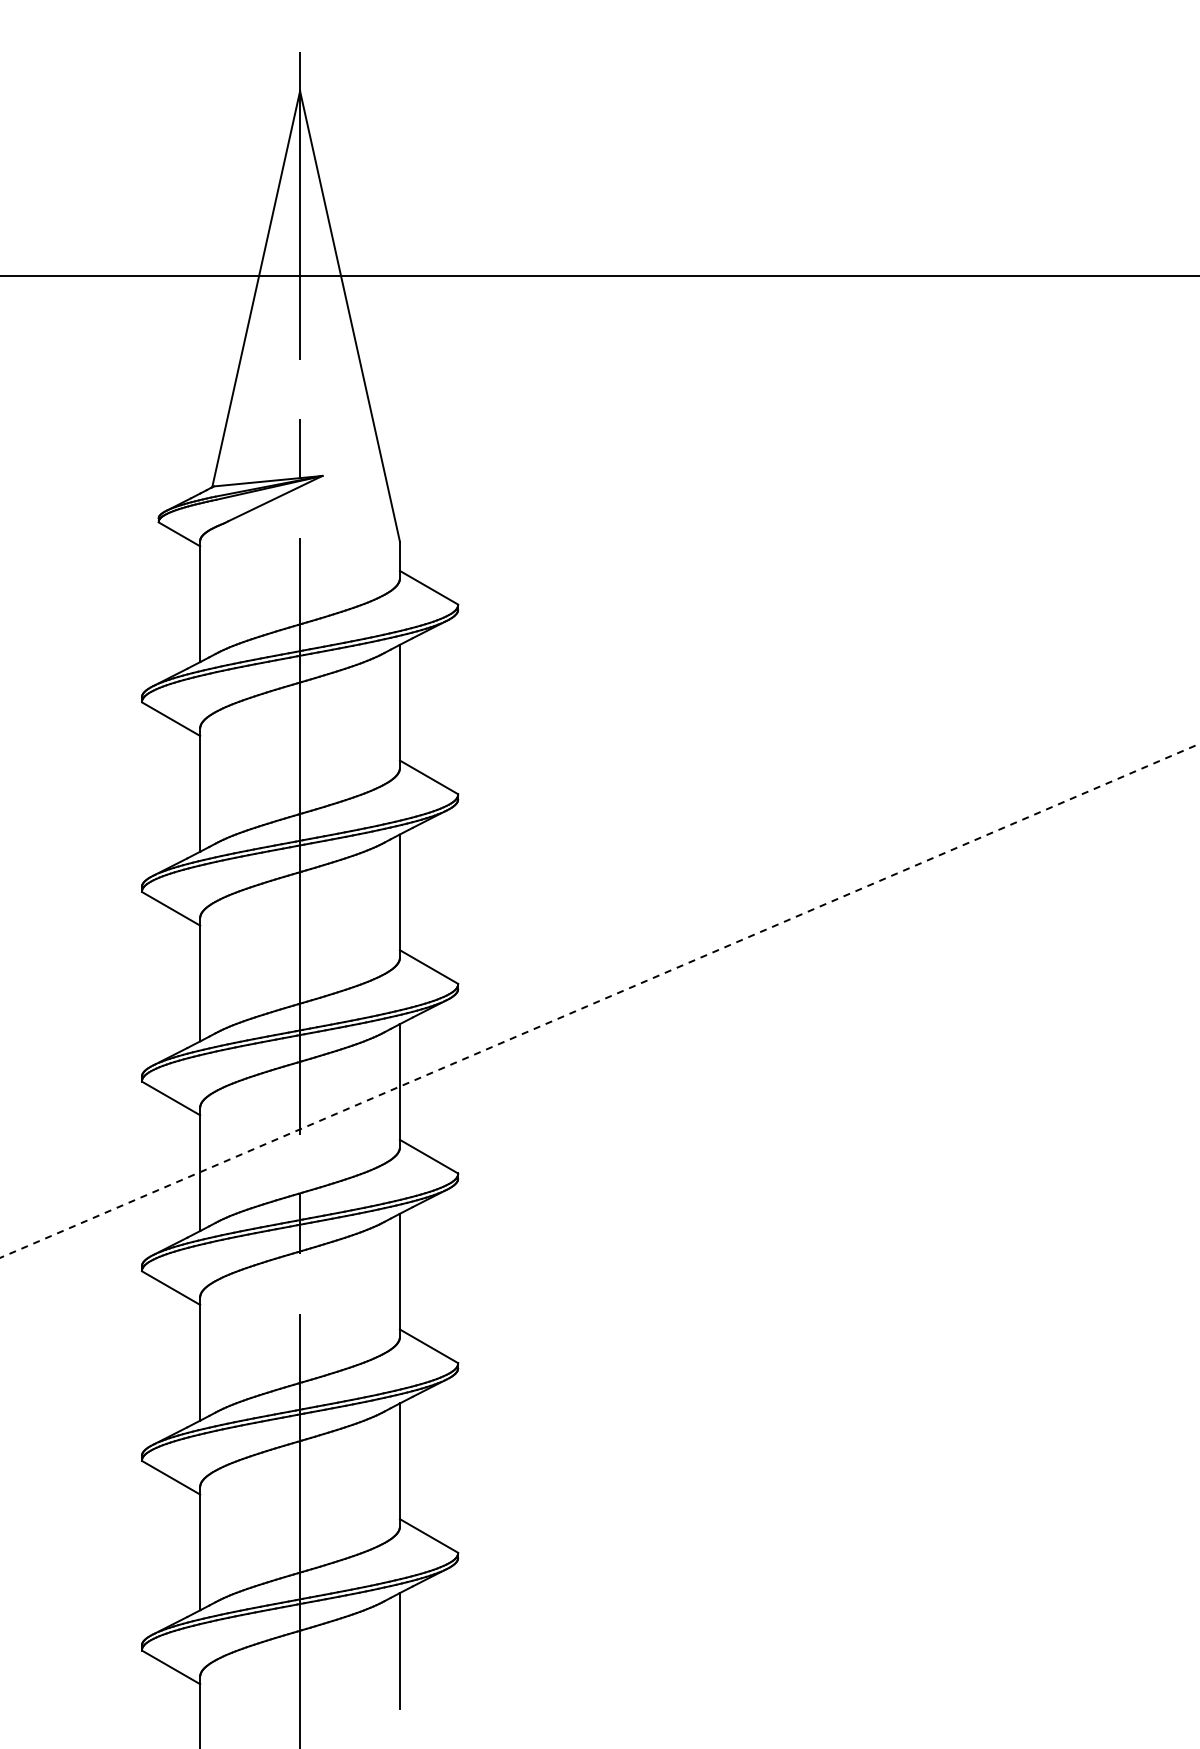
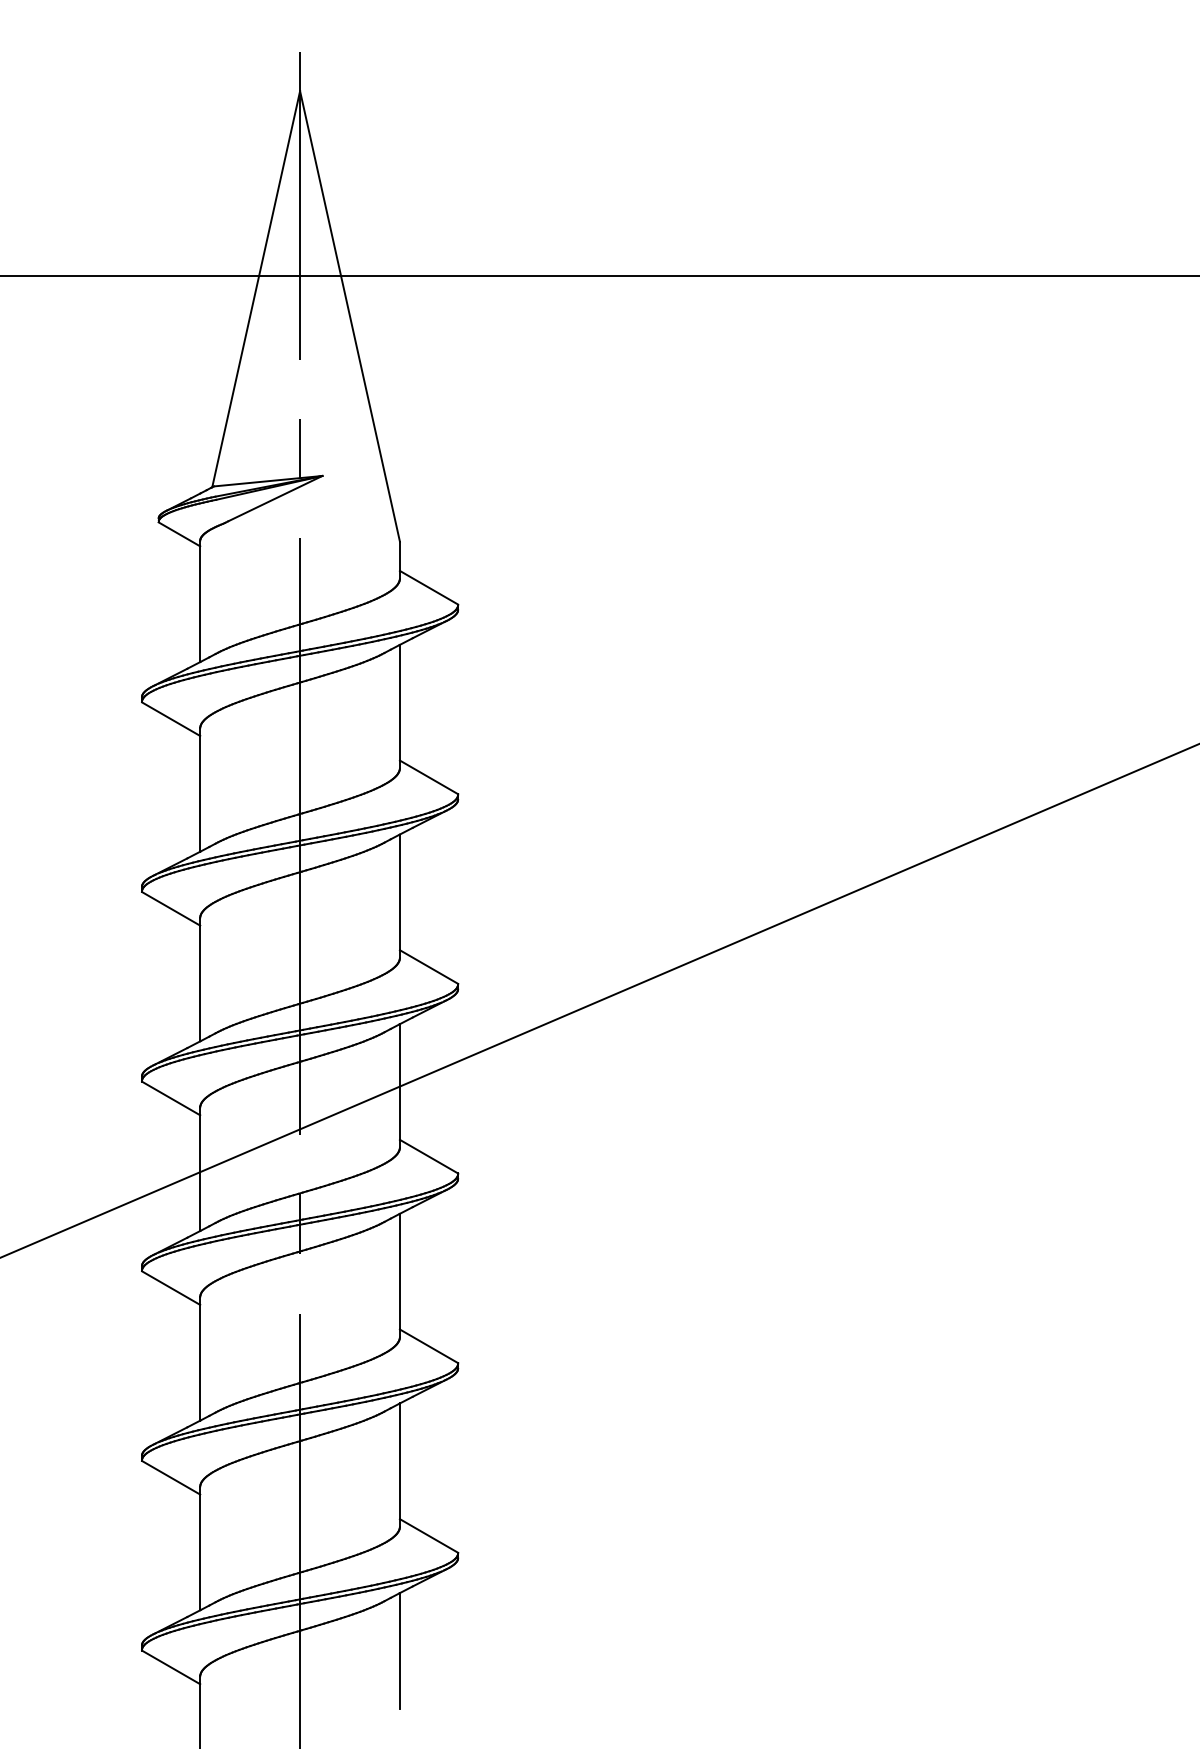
line at (599, 1000): dashed -> solid
